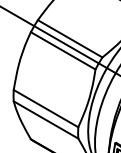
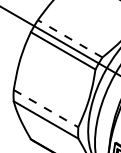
line at (69, 38): solid -> dashed
line at (46, 108): solid -> dashed
